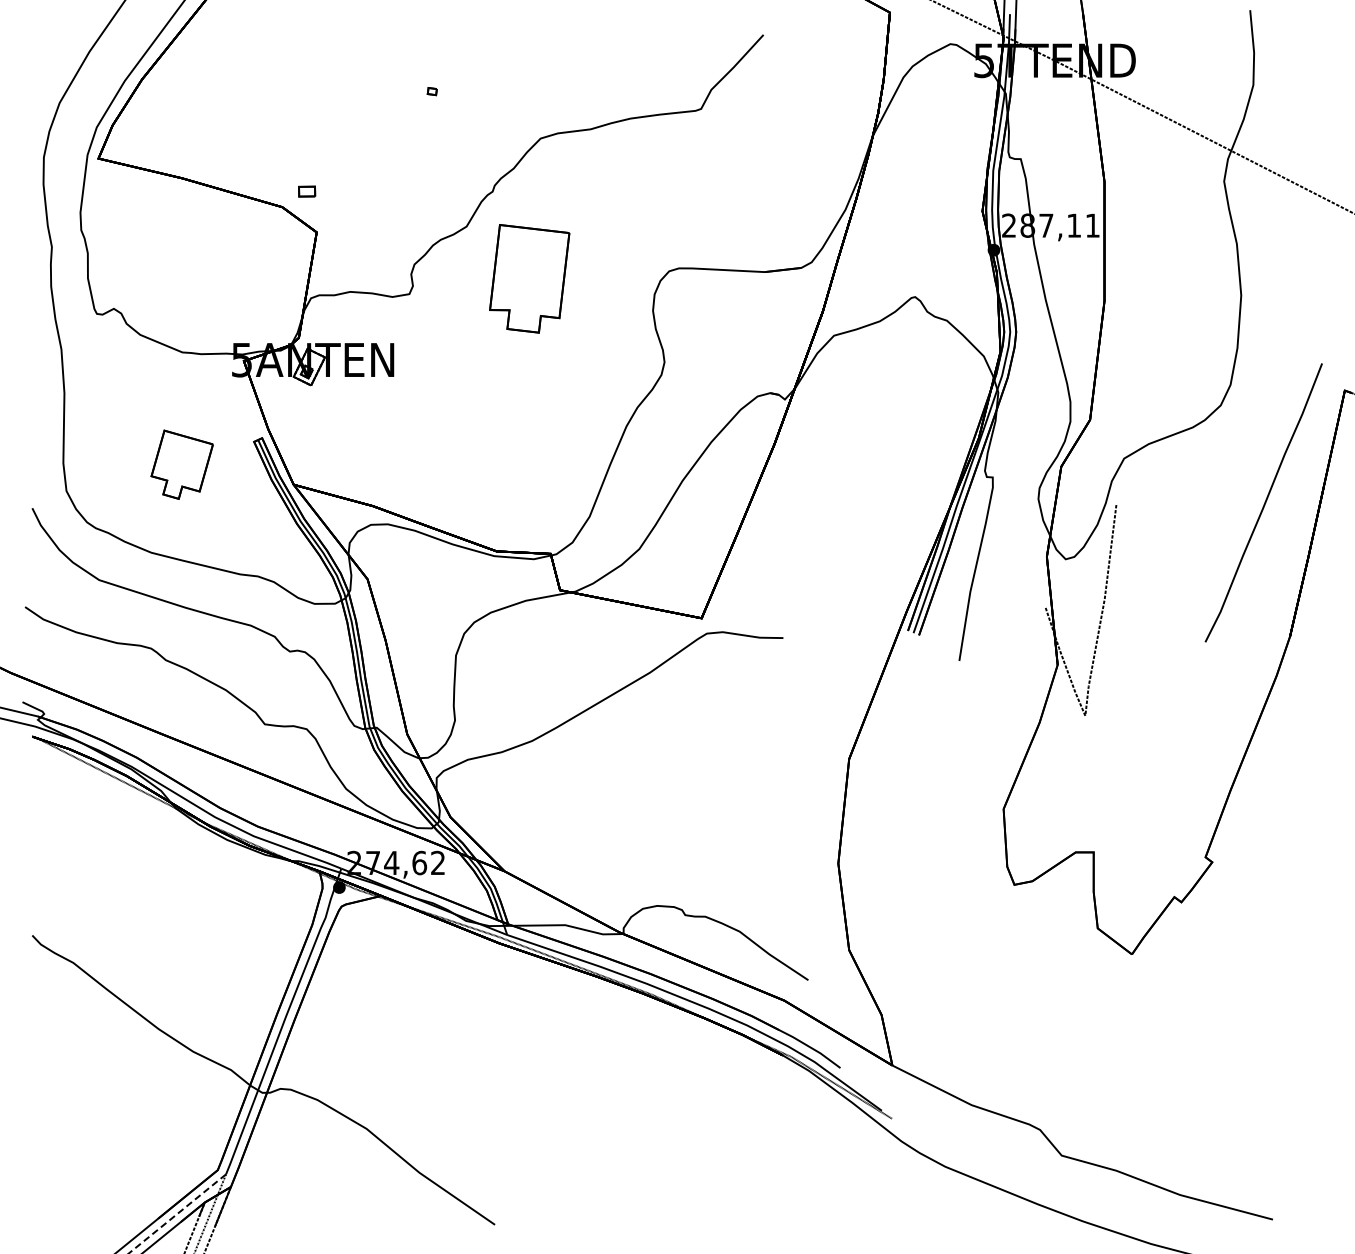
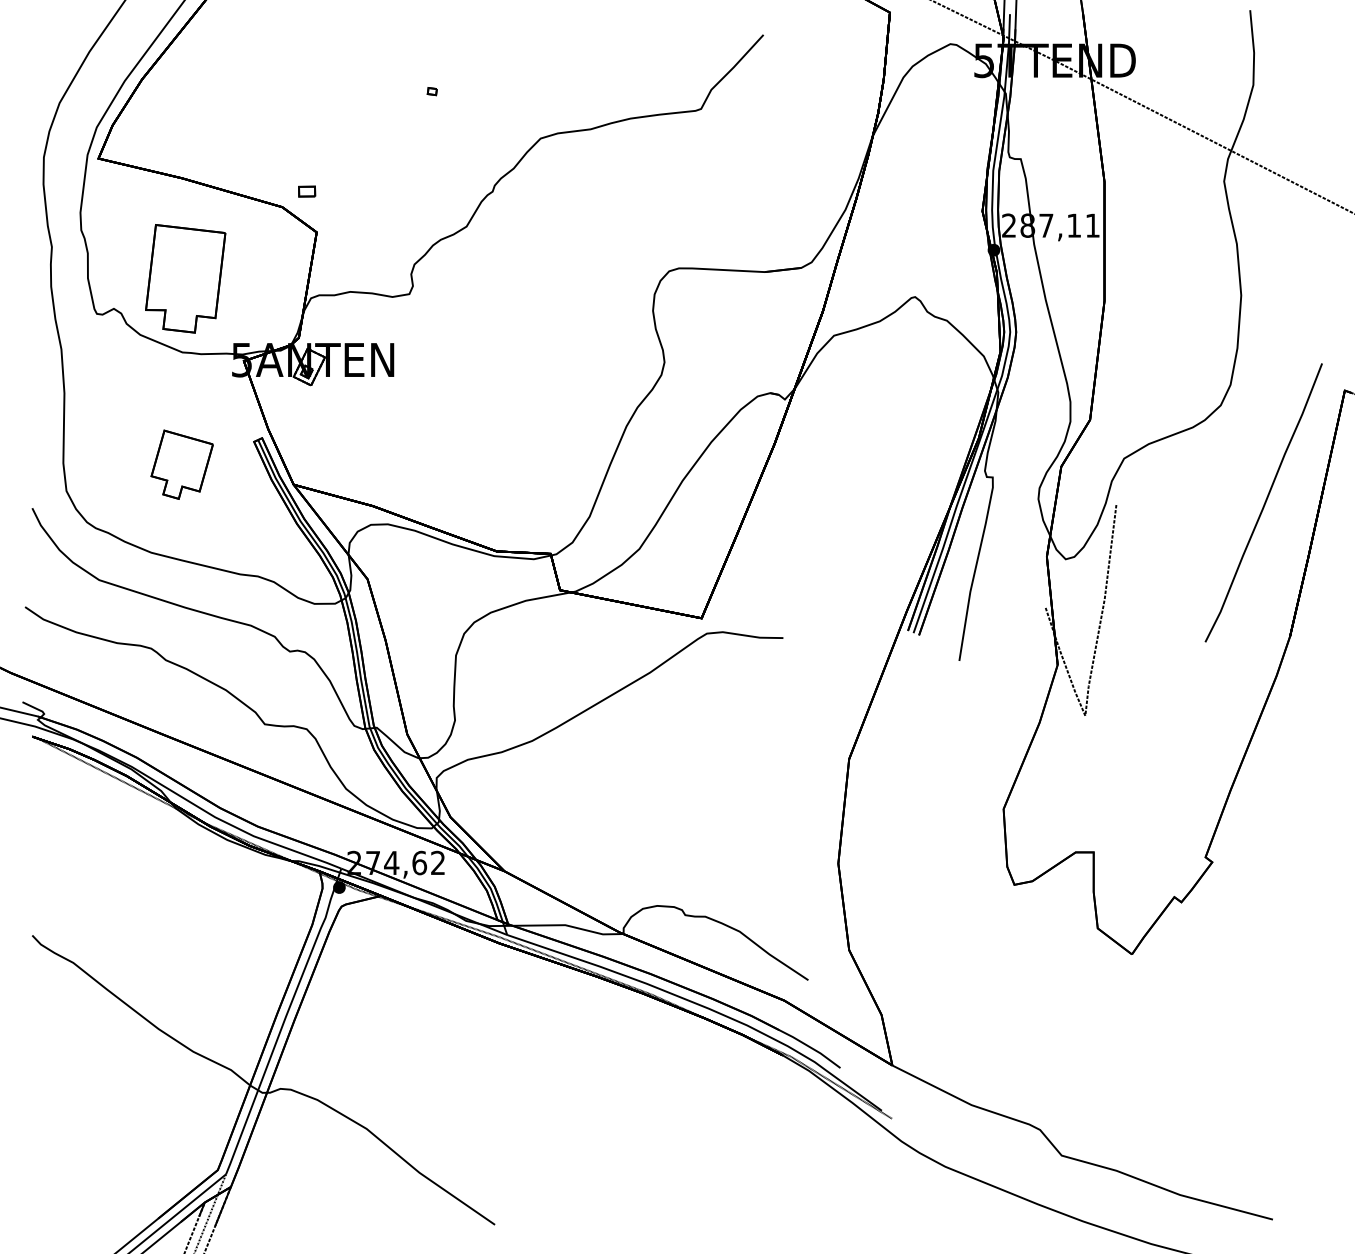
part at (529, 278) position: (529, 278) -> (185, 278)
line at (177, 1213): dashed -> solid
